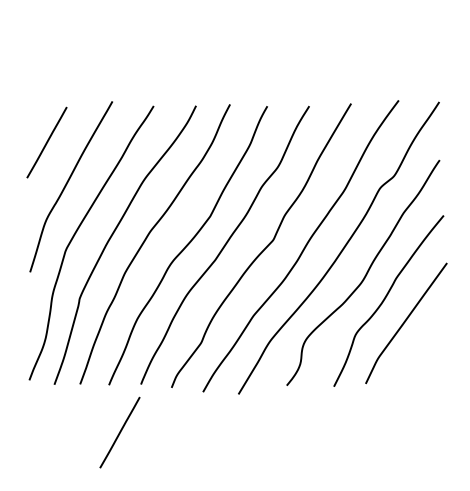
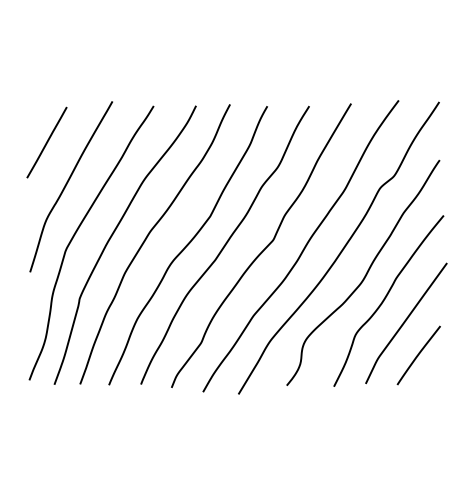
curve at (418, 355): none -> present
line at (119, 432): present -> none
